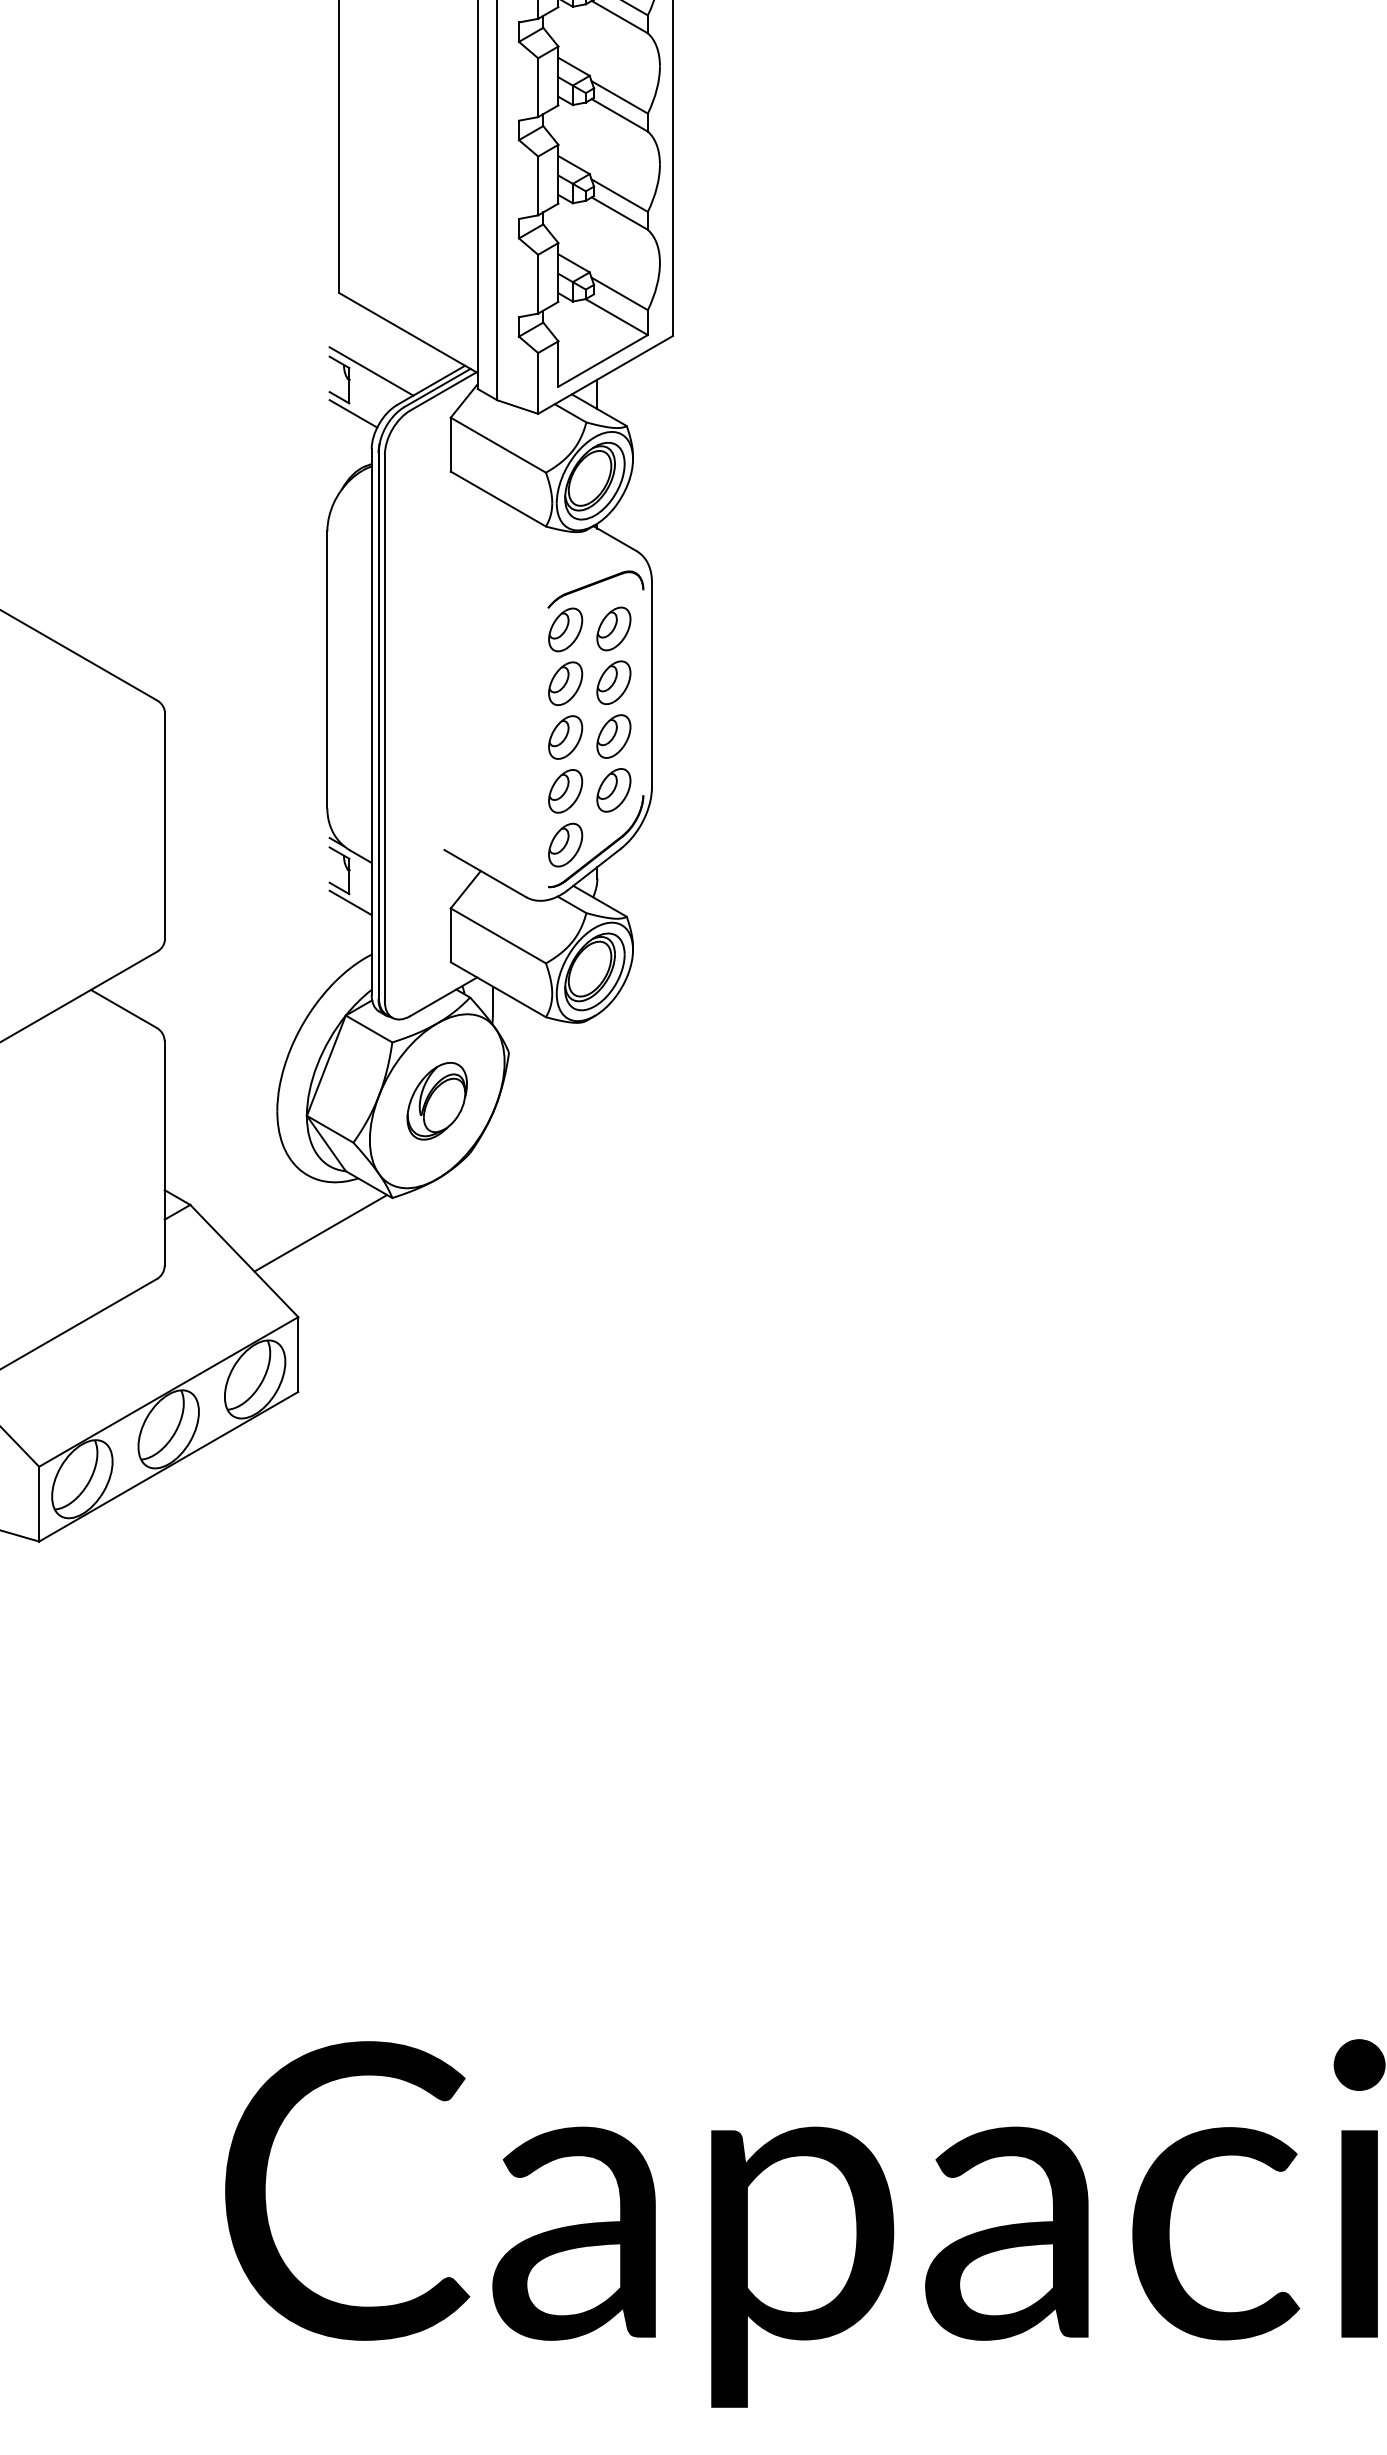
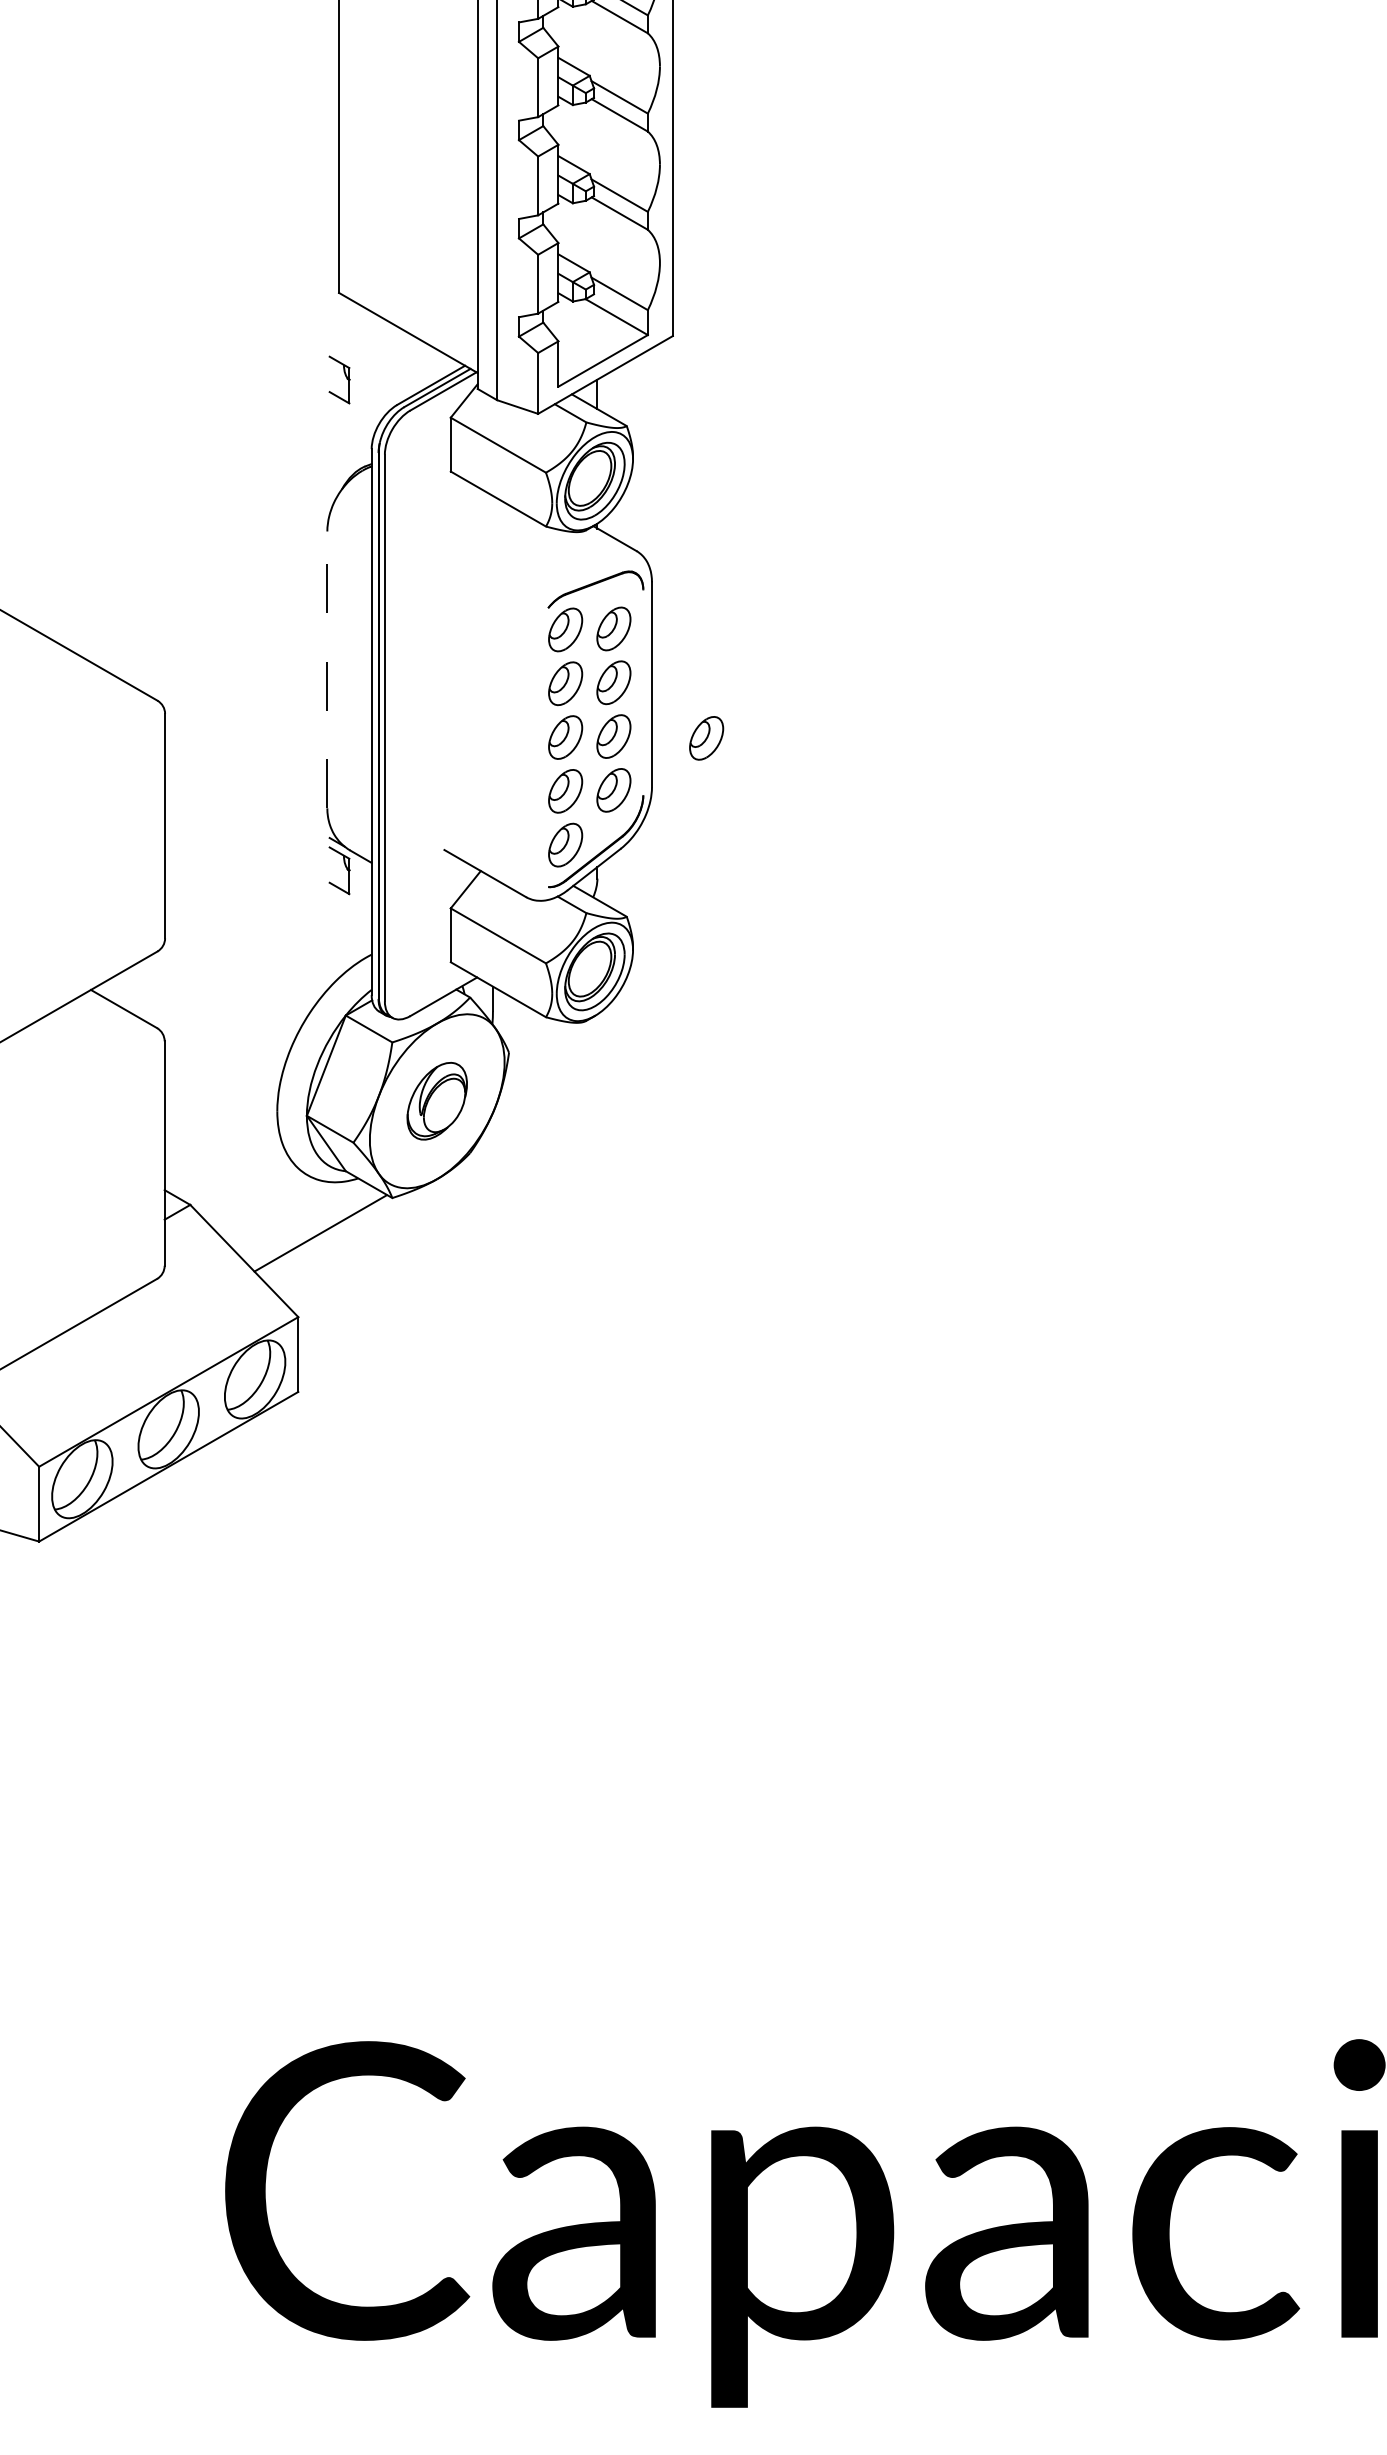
line at (371, 371): present -> none
line at (353, 413): present -> none
line at (327, 669): solid -> dashed
part at (706, 738): none -> present
line at (350, 902): present -> none
